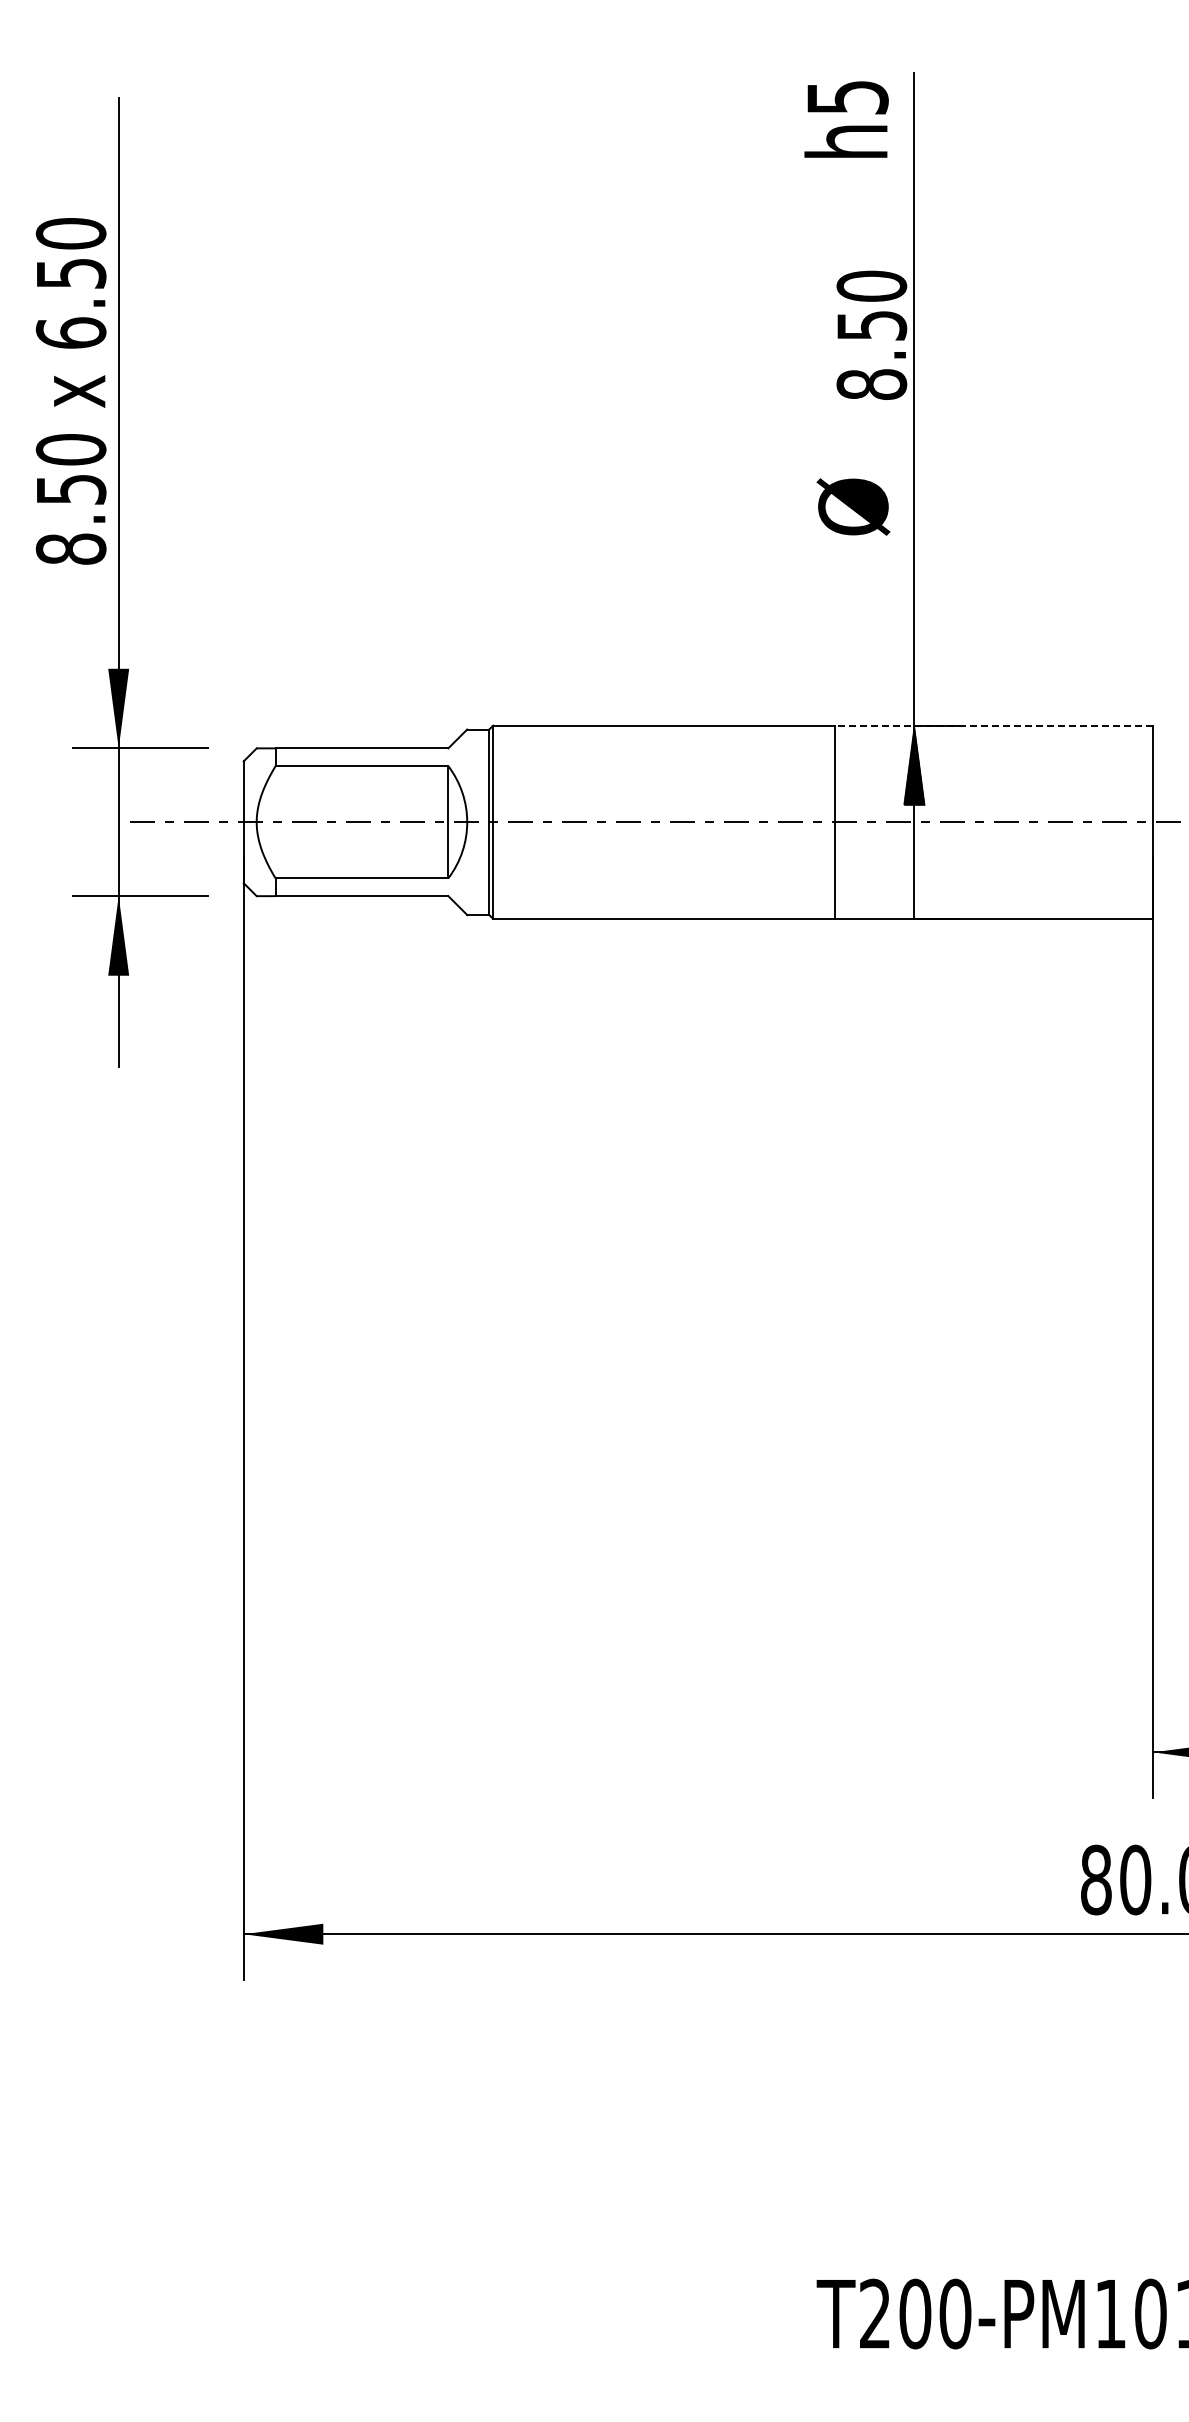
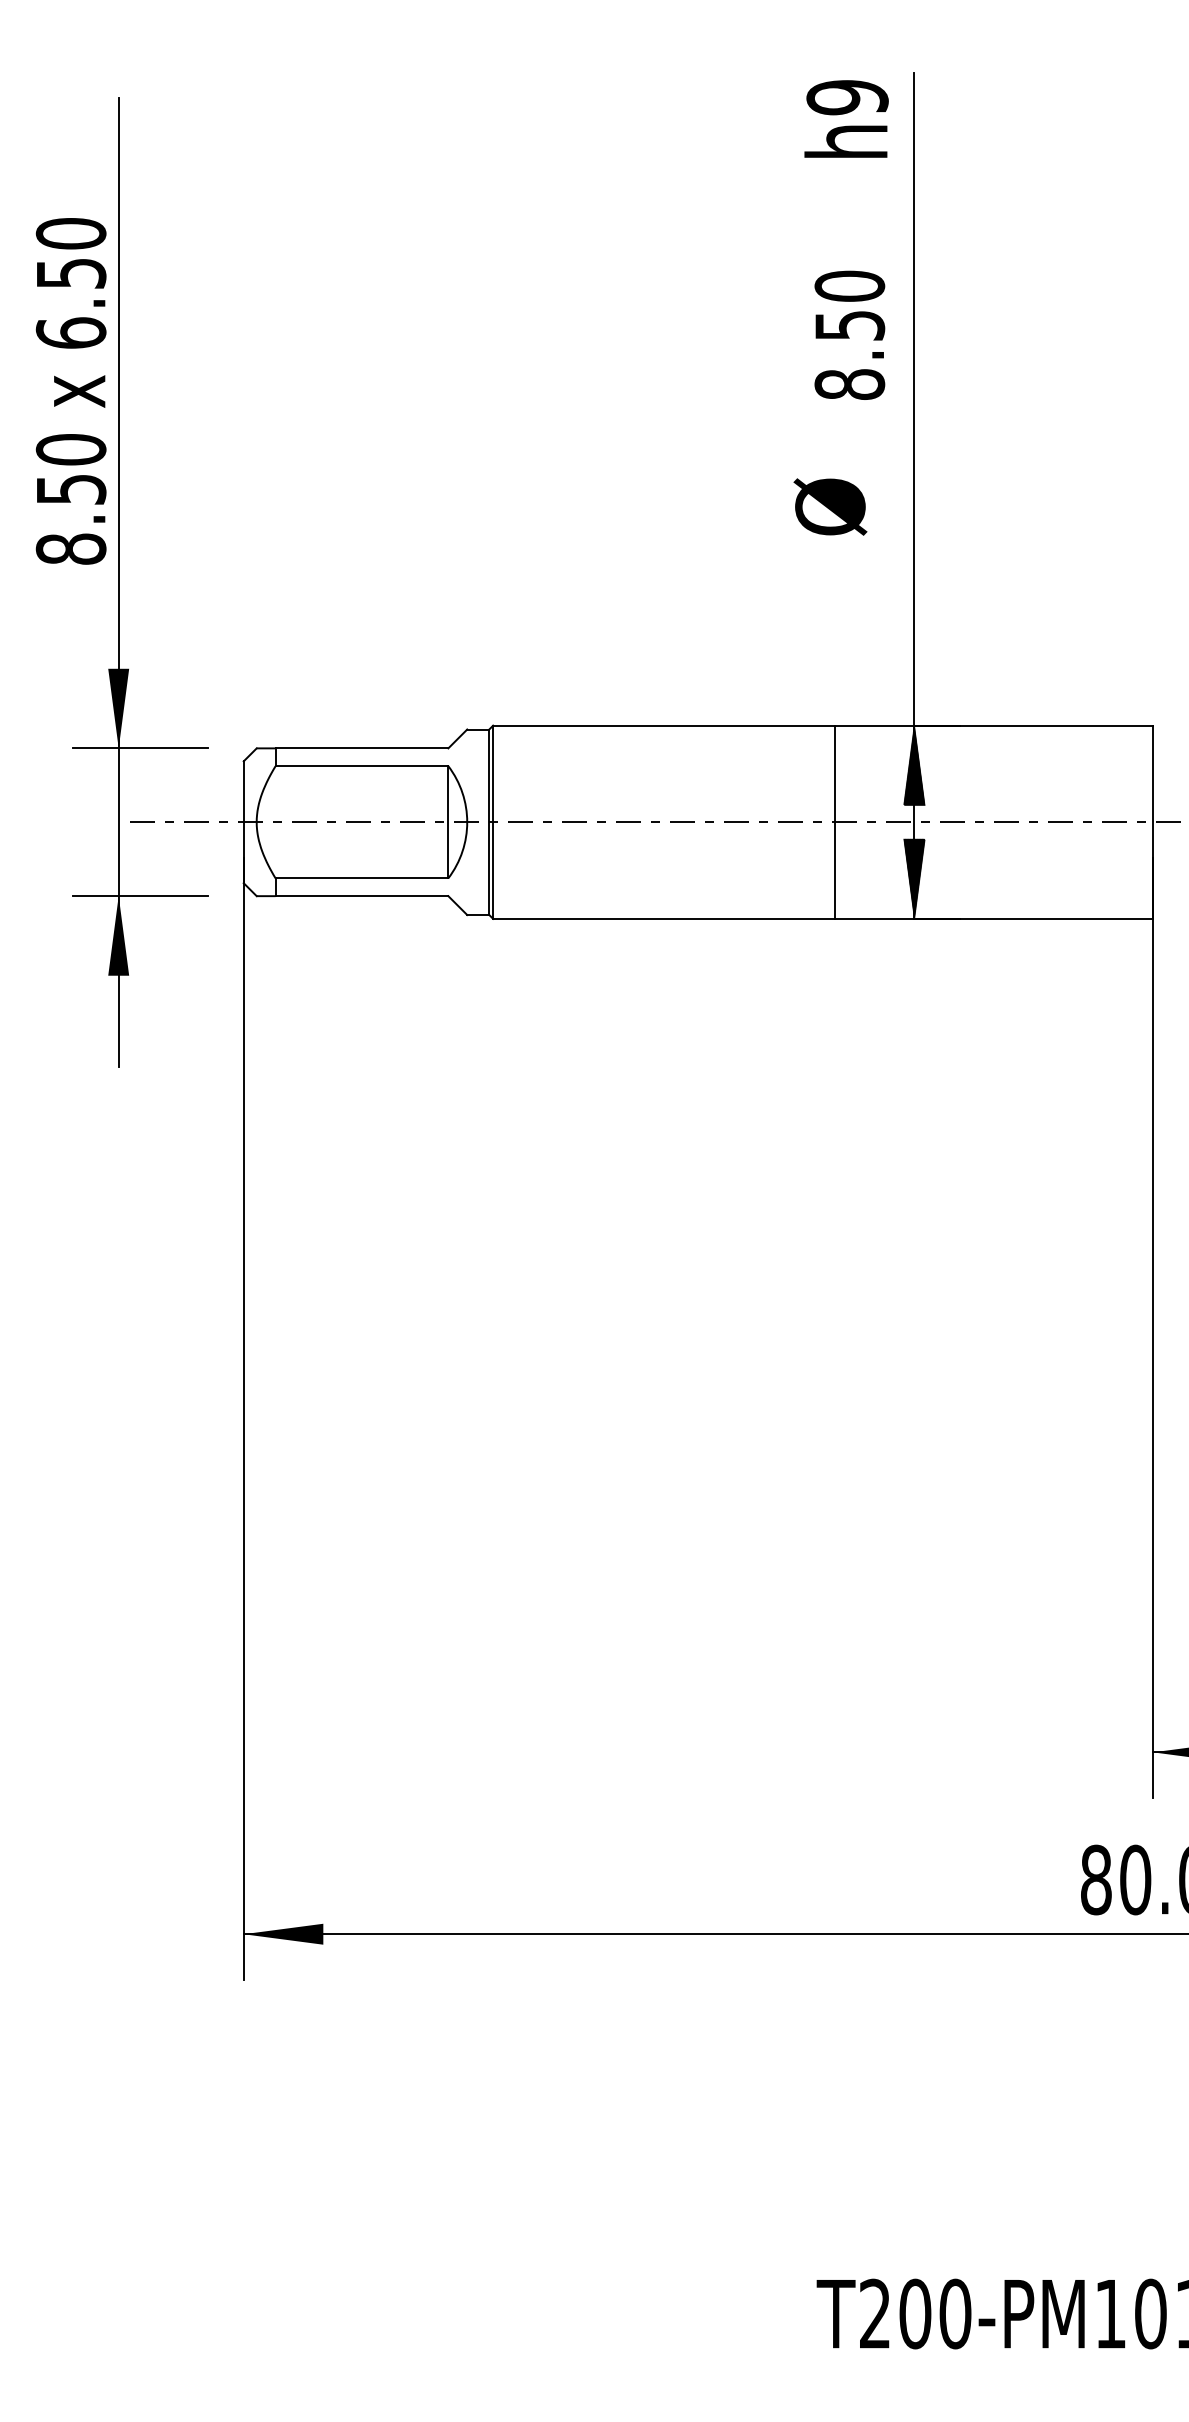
text at (847, 97): h5 -> h9
text at (871, 334) position: (871, 334) -> (849, 334)
text at (853, 506) position: (853, 506) -> (830, 506)
line at (993, 725): dashed -> solid
hatch at (914, 878): none -> present
